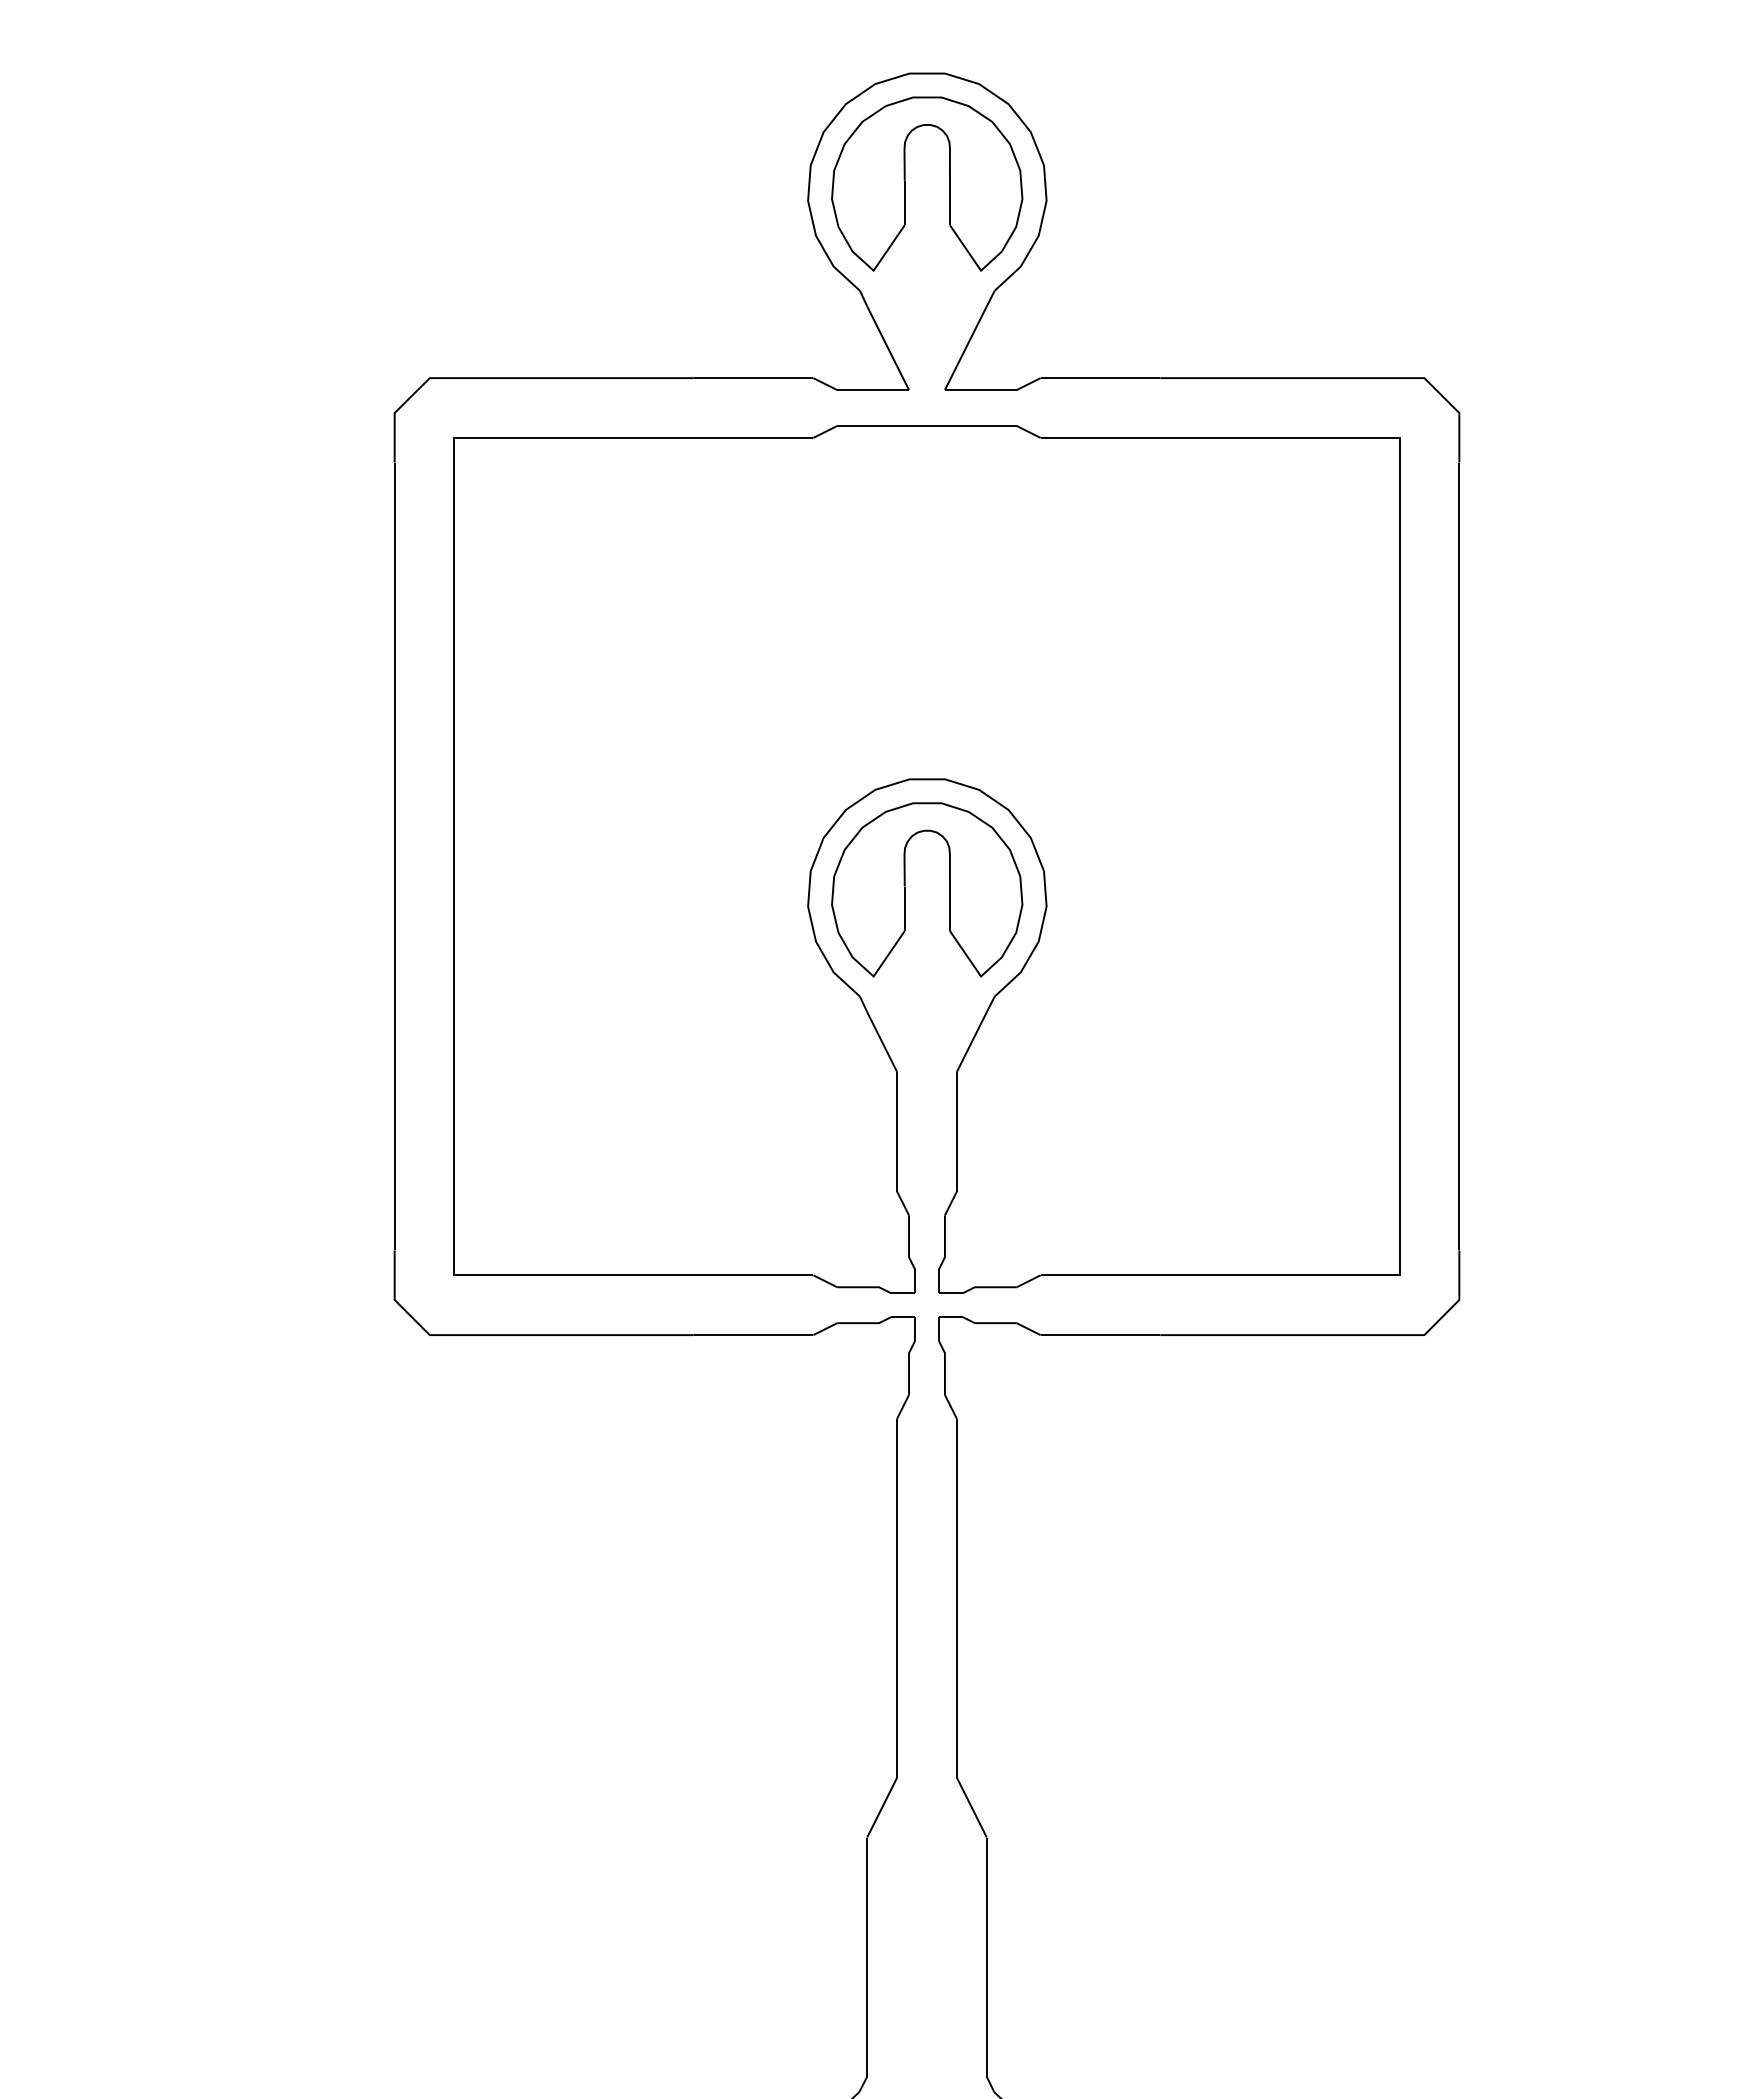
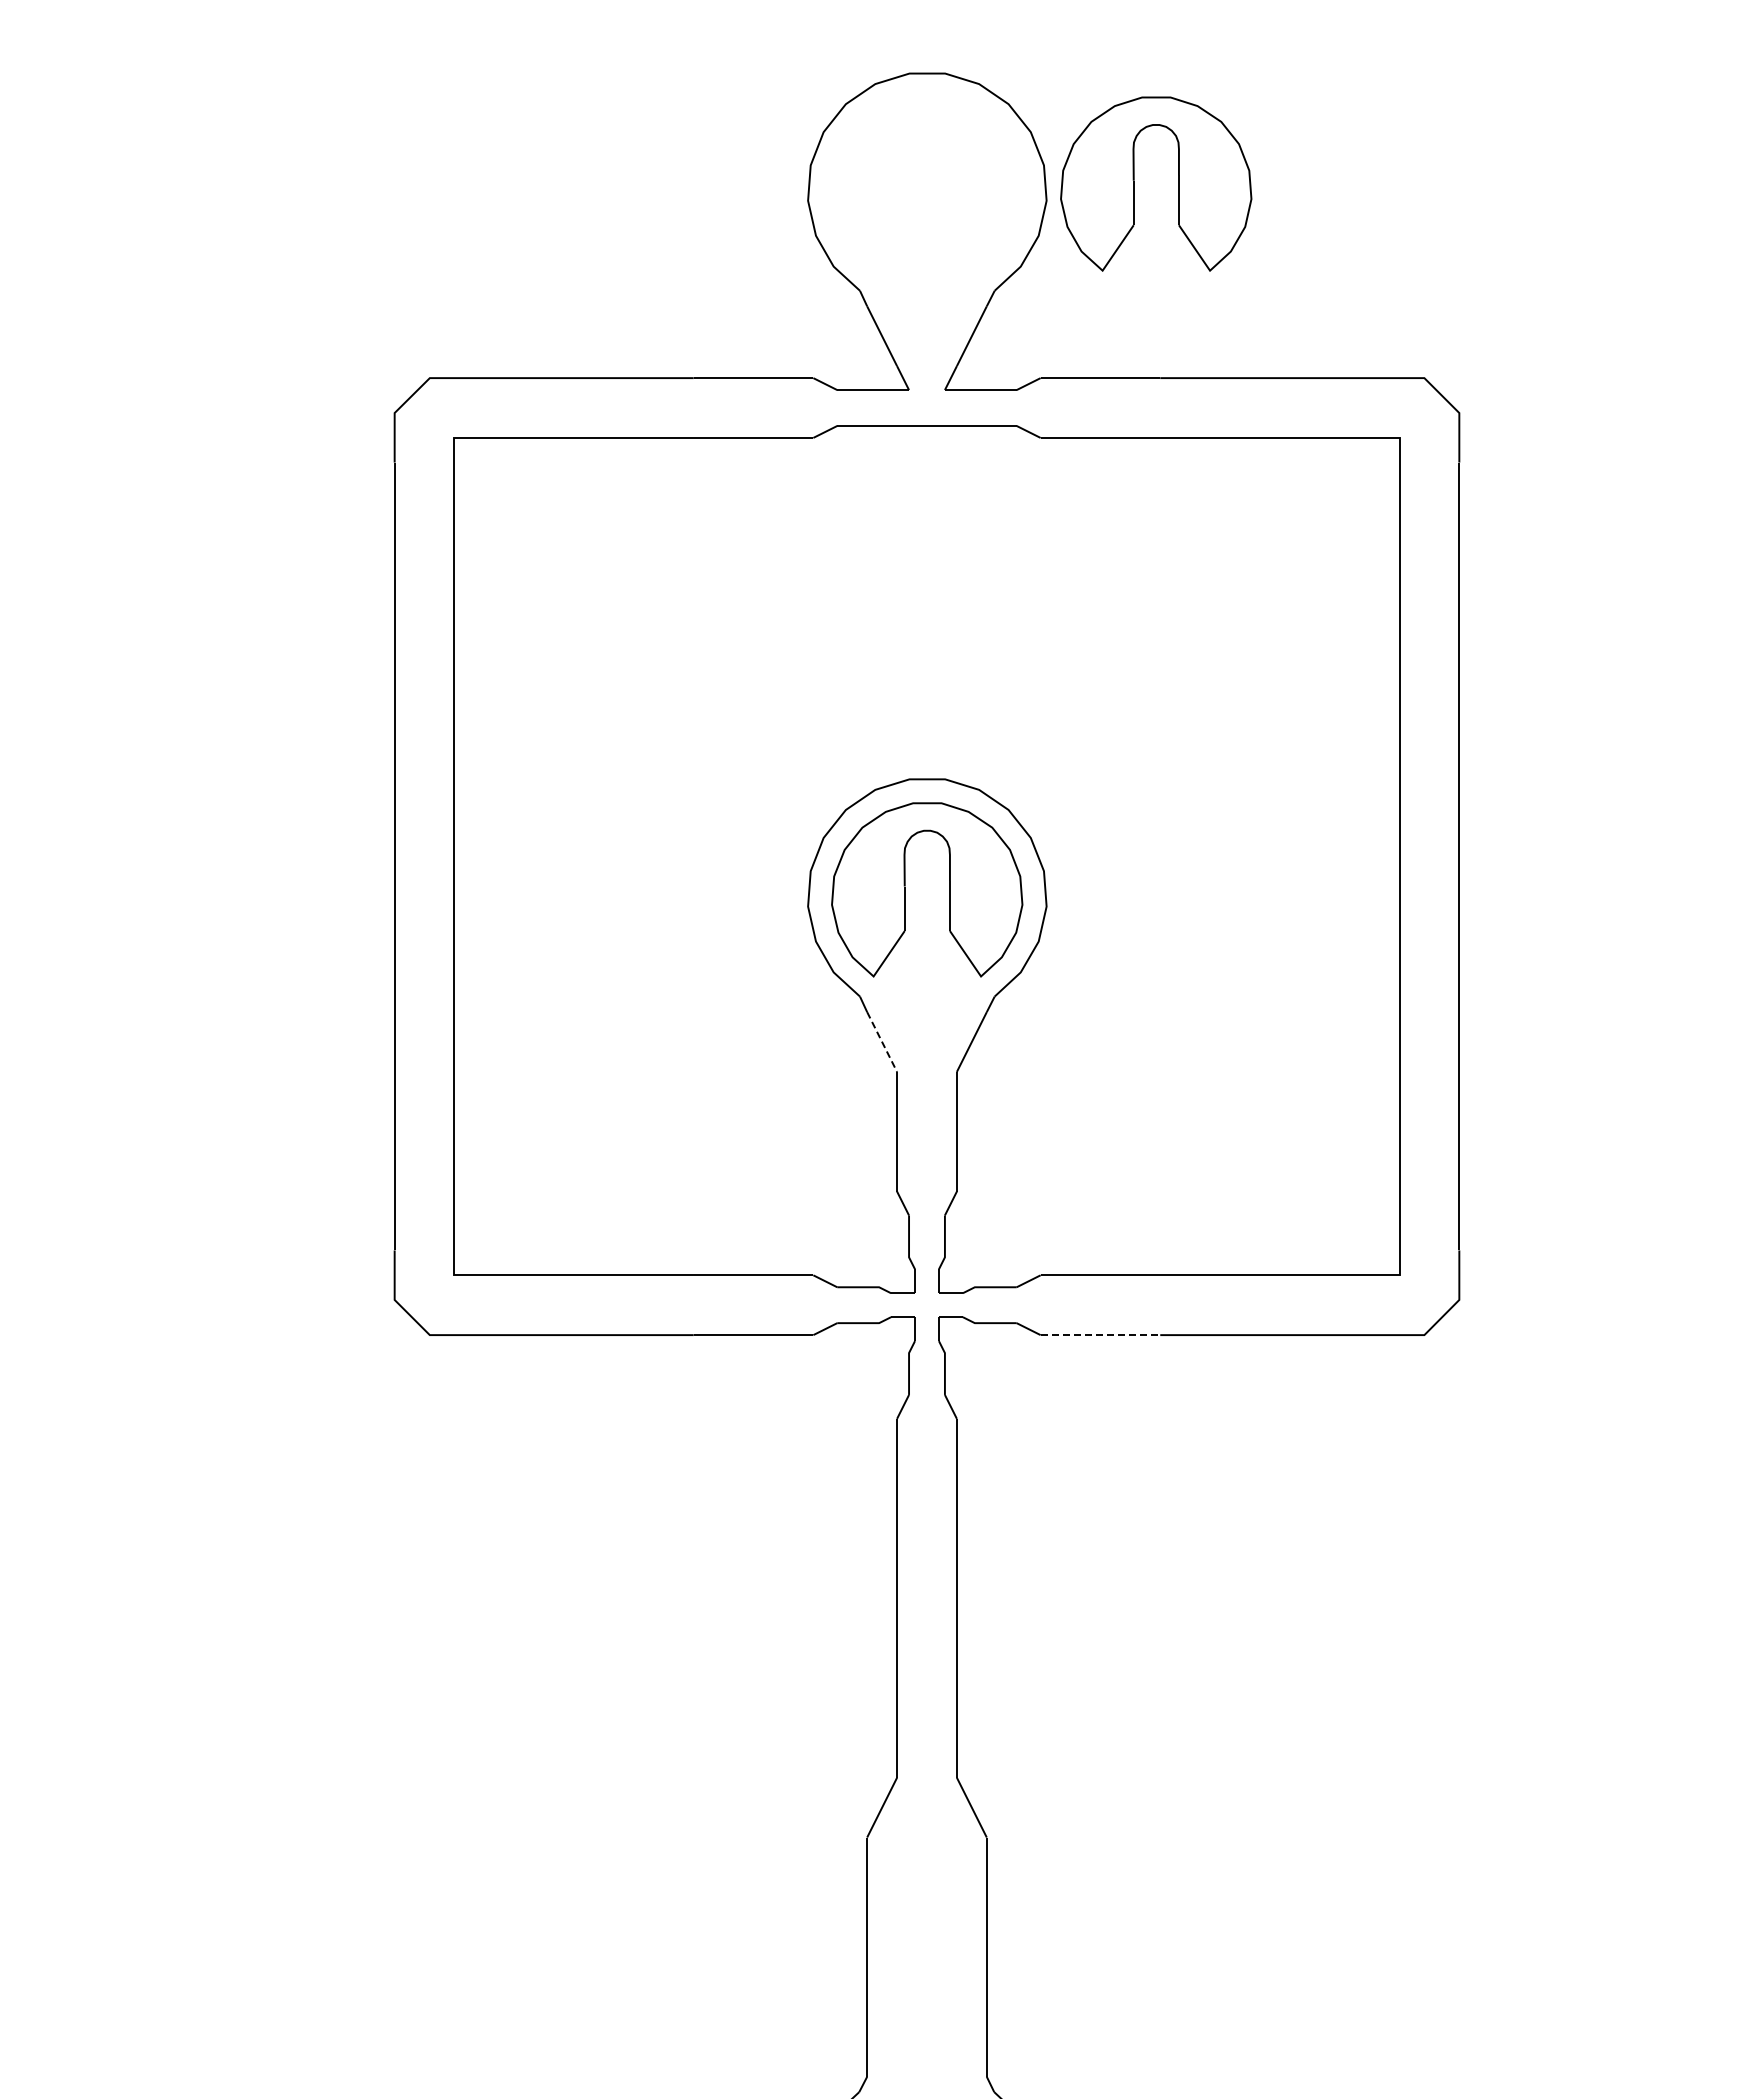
part at (905, 183) position: (905, 183) -> (1134, 183)
line at (882, 1042): solid -> dashed
line at (1100, 1335): solid -> dashed
